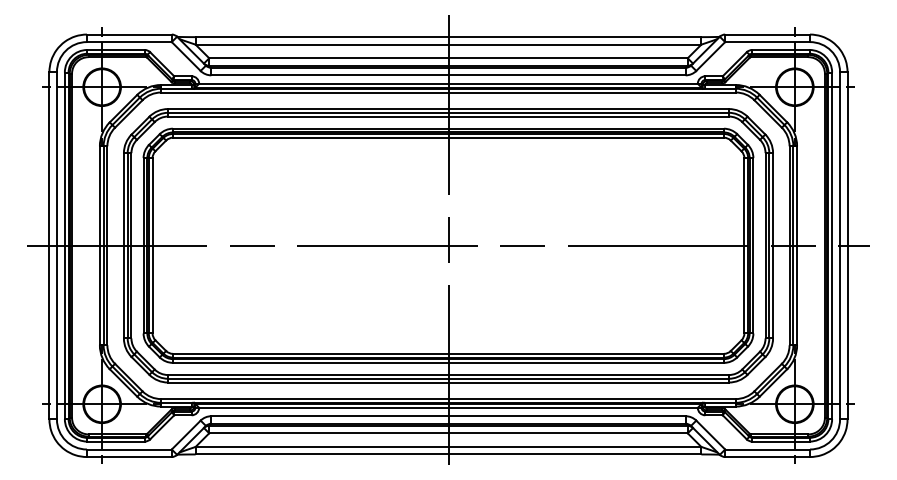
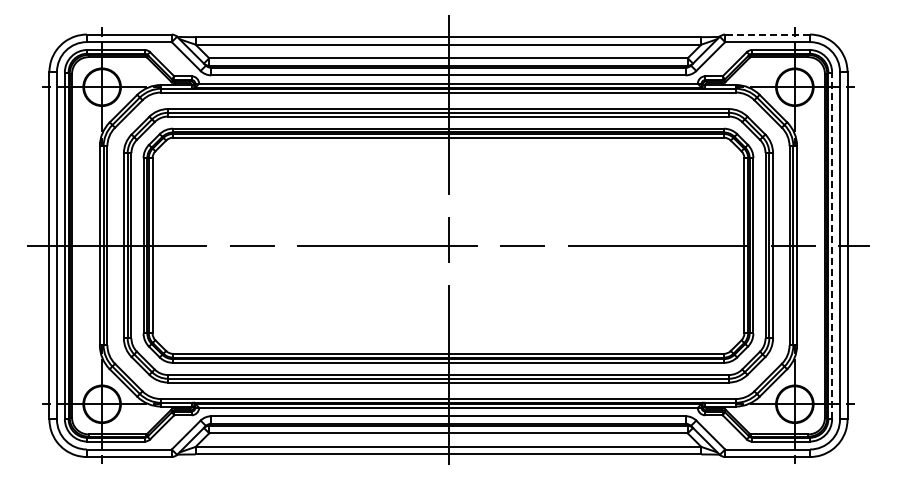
line at (767, 34): solid -> dashed
line at (832, 245): solid -> dashed
